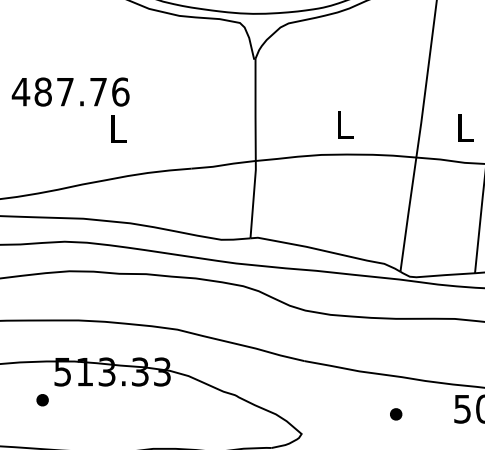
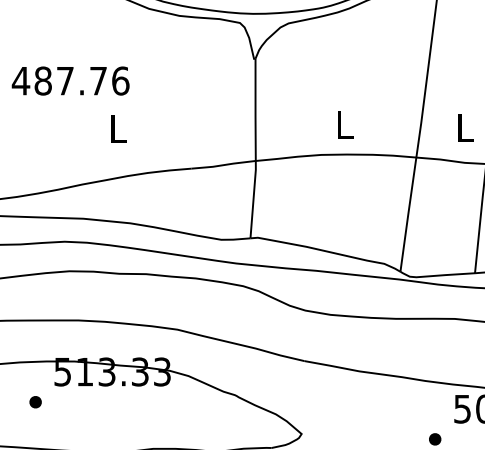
text at (70, 91) position: (70, 91) -> (70, 80)
part at (42, 400) position: (42, 400) -> (35, 402)
part at (396, 414) position: (396, 414) -> (435, 439)
